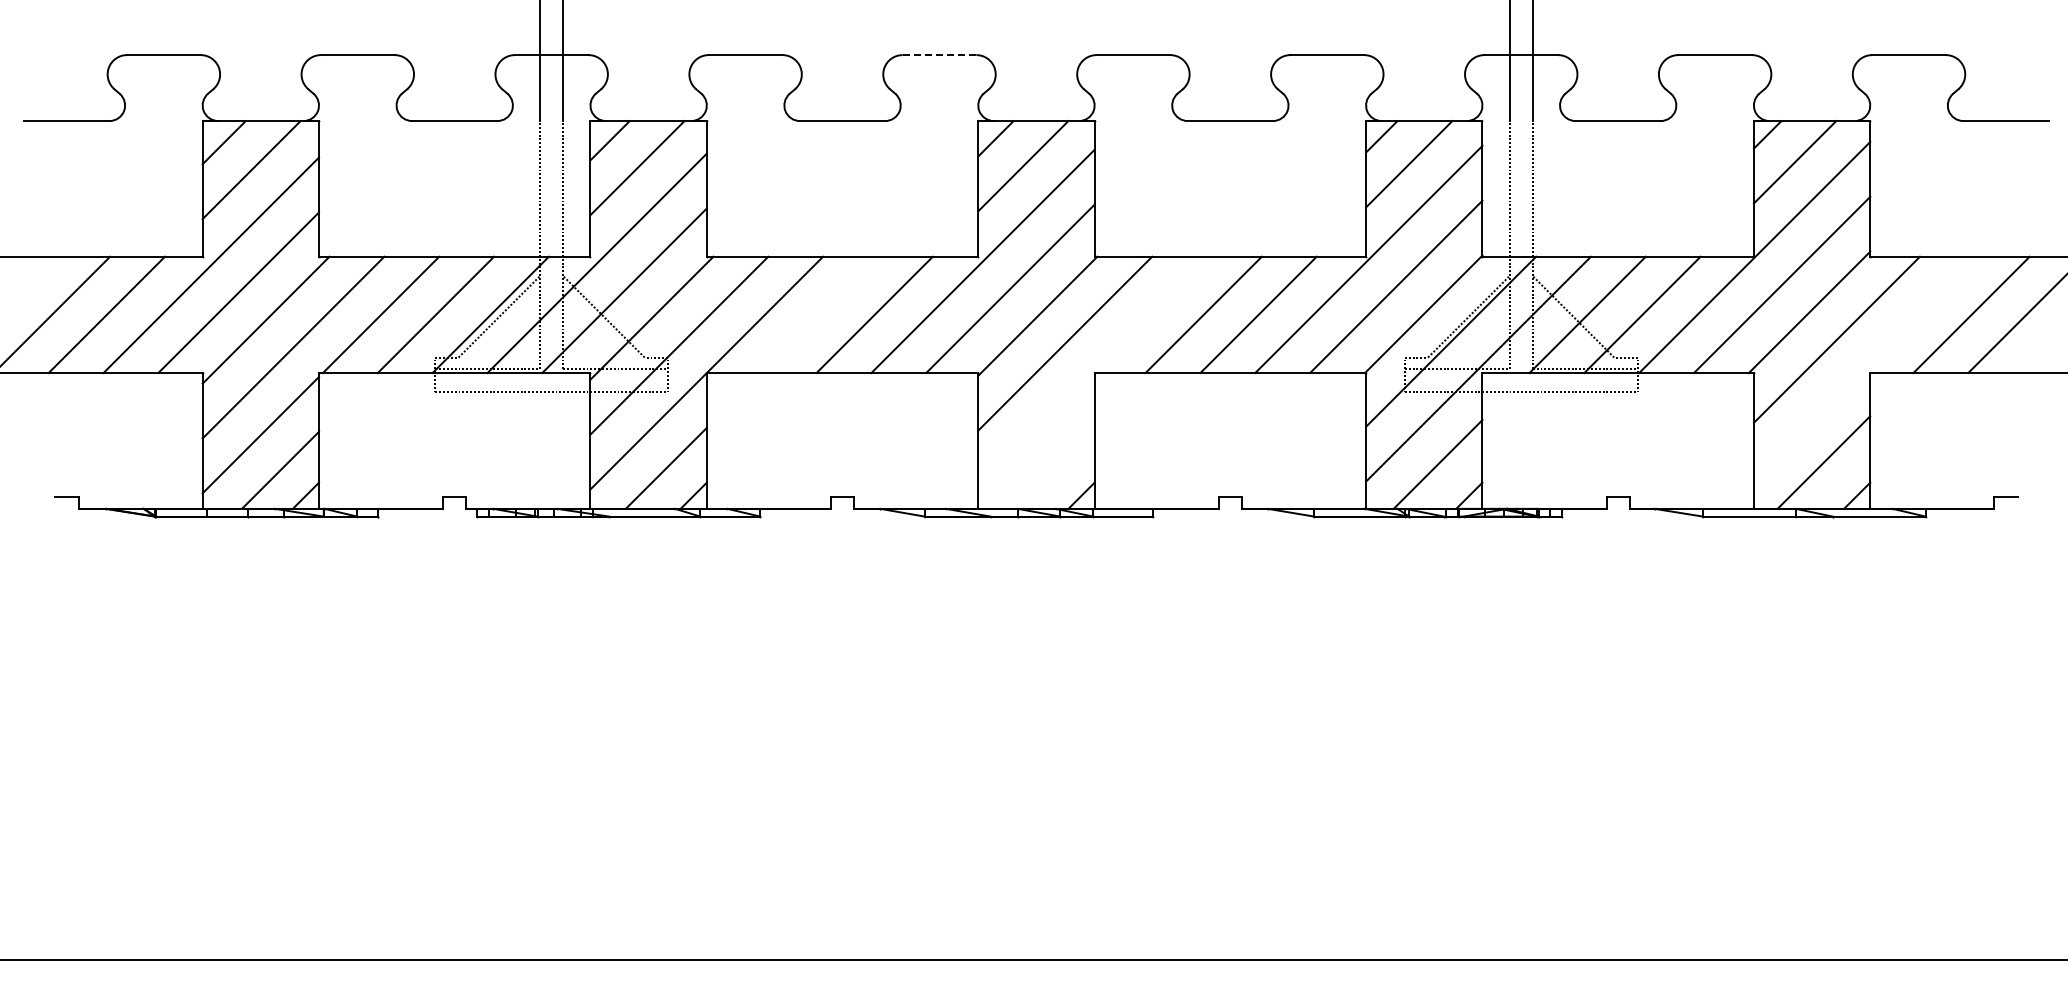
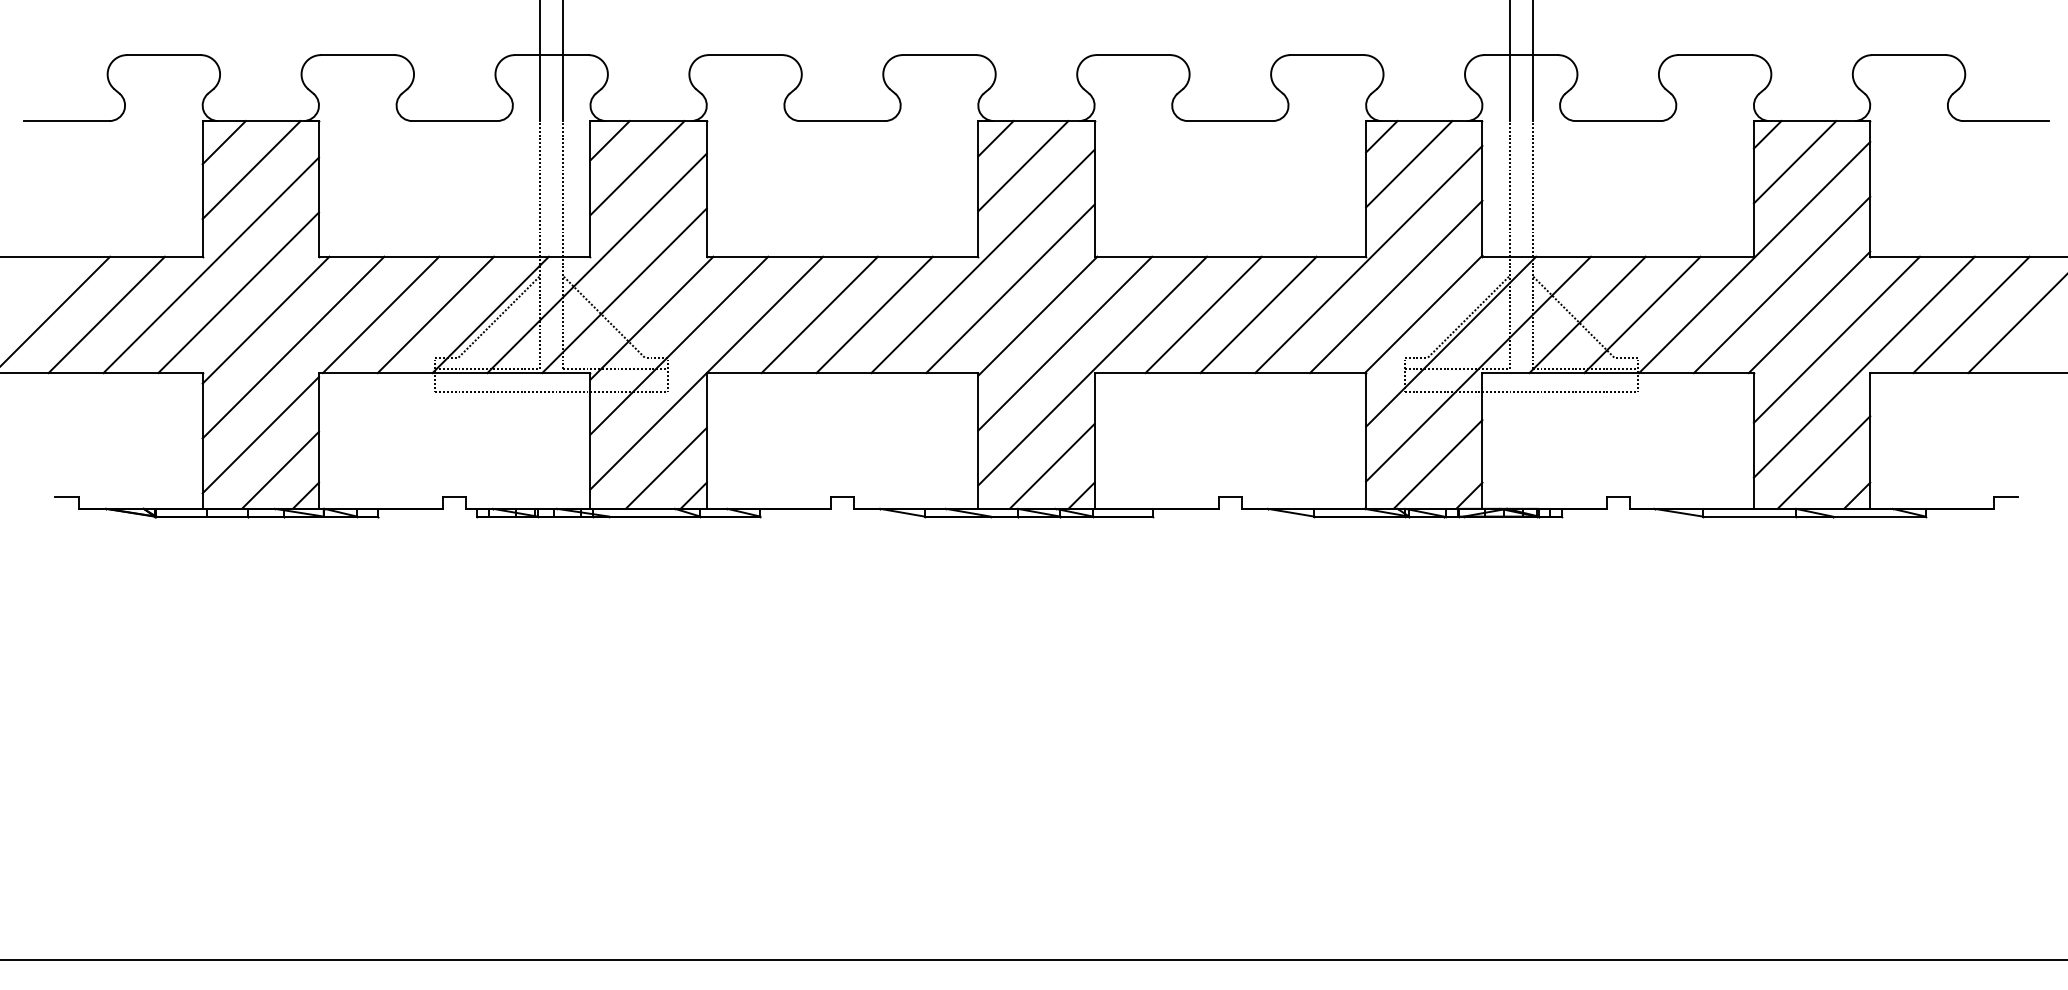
line at (939, 55): dashed -> solid
line at (819, 314): none -> present
line at (1863, 366): none -> present
line at (1092, 370): none -> present
line at (1051, 465): none -> present
